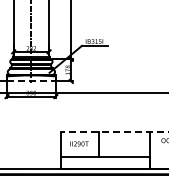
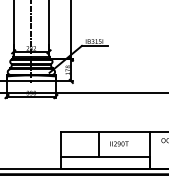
line at (31, 81): dashed -> solid
line at (114, 131): dashed -> solid
text at (79, 143) position: (79, 143) -> (119, 143)
